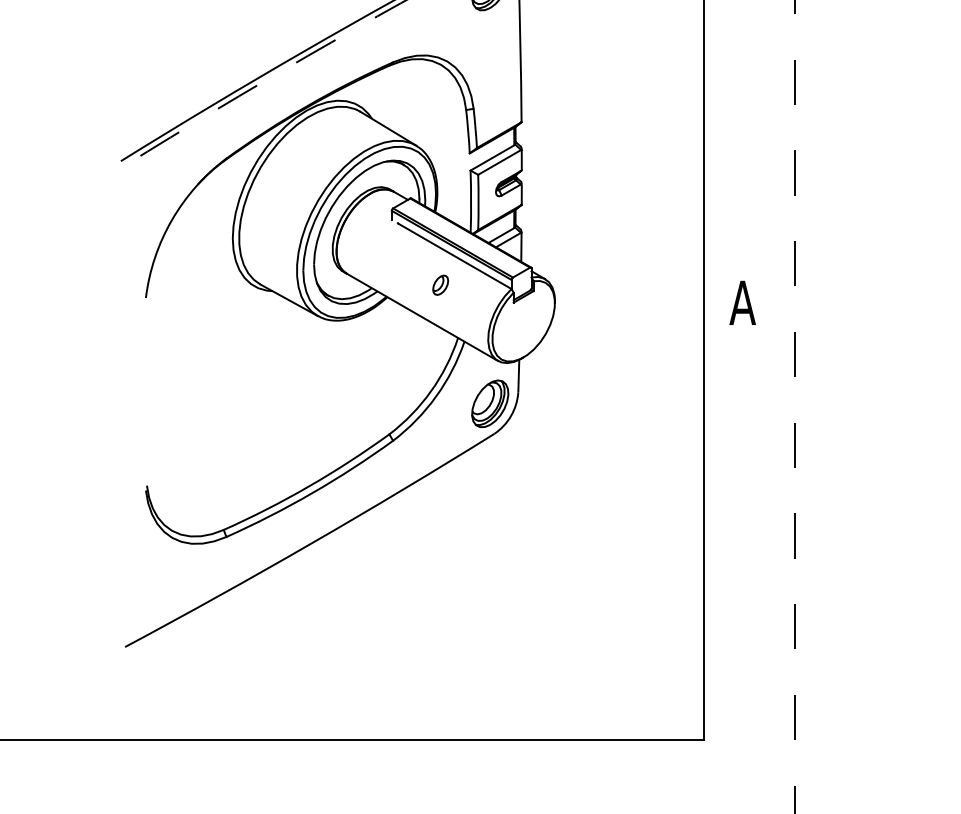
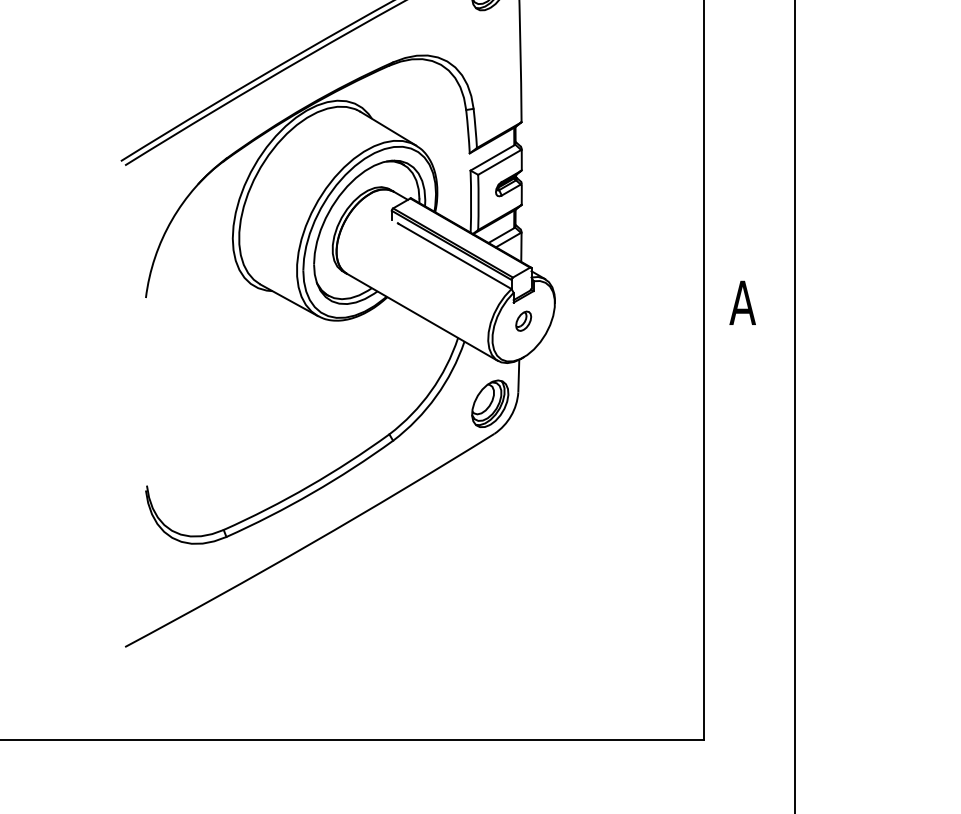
arc at (265, 81): dashed -> solid
part at (440, 284) position: (440, 284) -> (523, 320)
line at (795, 406): dashed -> solid
